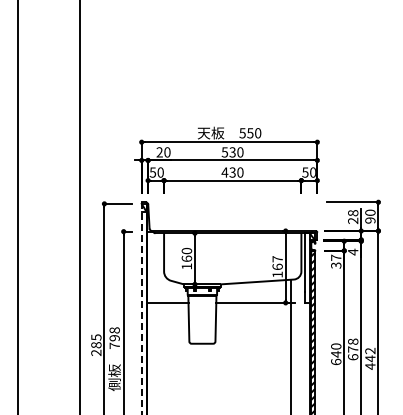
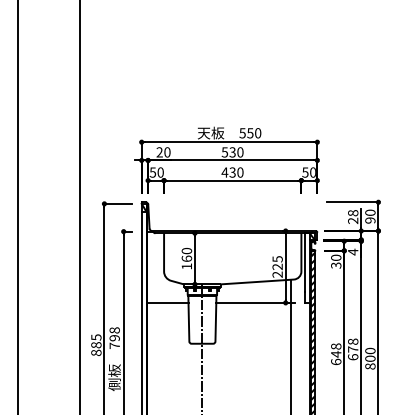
text at (336, 257): 37 -> 30
text at (277, 266): 167 -> 225
line at (141, 308): dashed -> solid
line at (202, 346): none -> present
text at (336, 346): 640 -> 648
text at (96, 352): 285 -> 885
text at (370, 358): 442 -> 800
